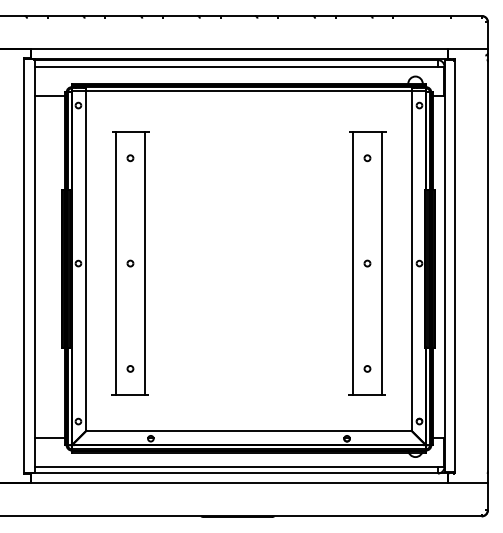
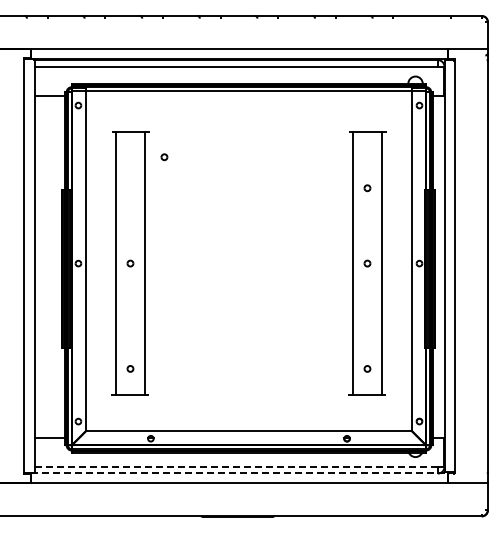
part at (130, 158) position: (130, 158) -> (164, 157)
part at (367, 158) position: (367, 158) -> (367, 188)
line at (236, 466): solid -> dashed
line at (239, 472): solid -> dashed
